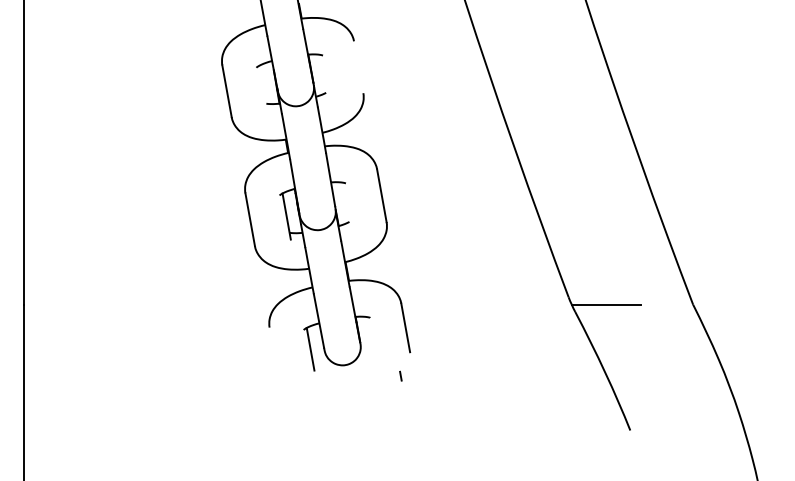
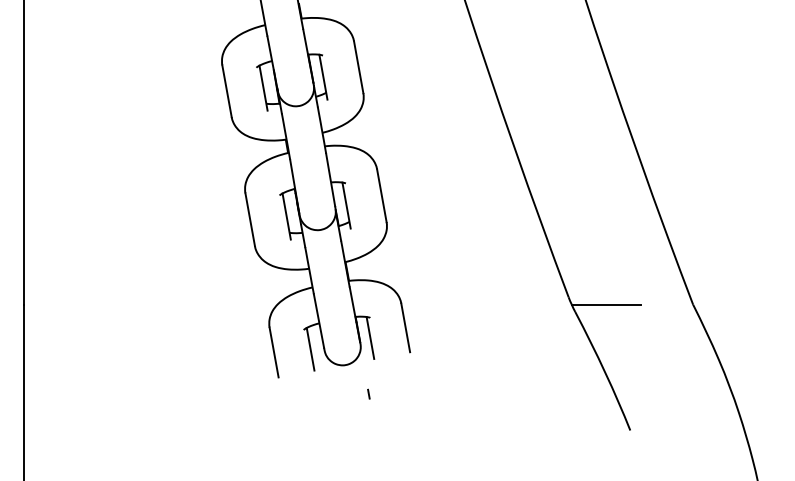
line at (358, 67): none -> present
line at (323, 76): none -> present
line at (263, 87): none -> present
line at (346, 205): none -> present
line at (370, 337): none -> present
line at (273, 352): none -> present
curve at (400, 375) position: (400, 375) -> (368, 393)
